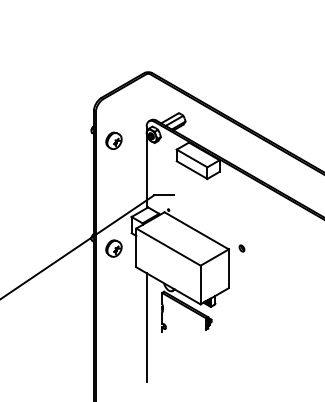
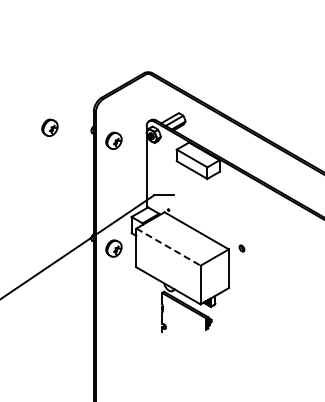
part at (49, 127): none -> present
line at (168, 247): solid -> dashed
line at (146, 327): present -> none
